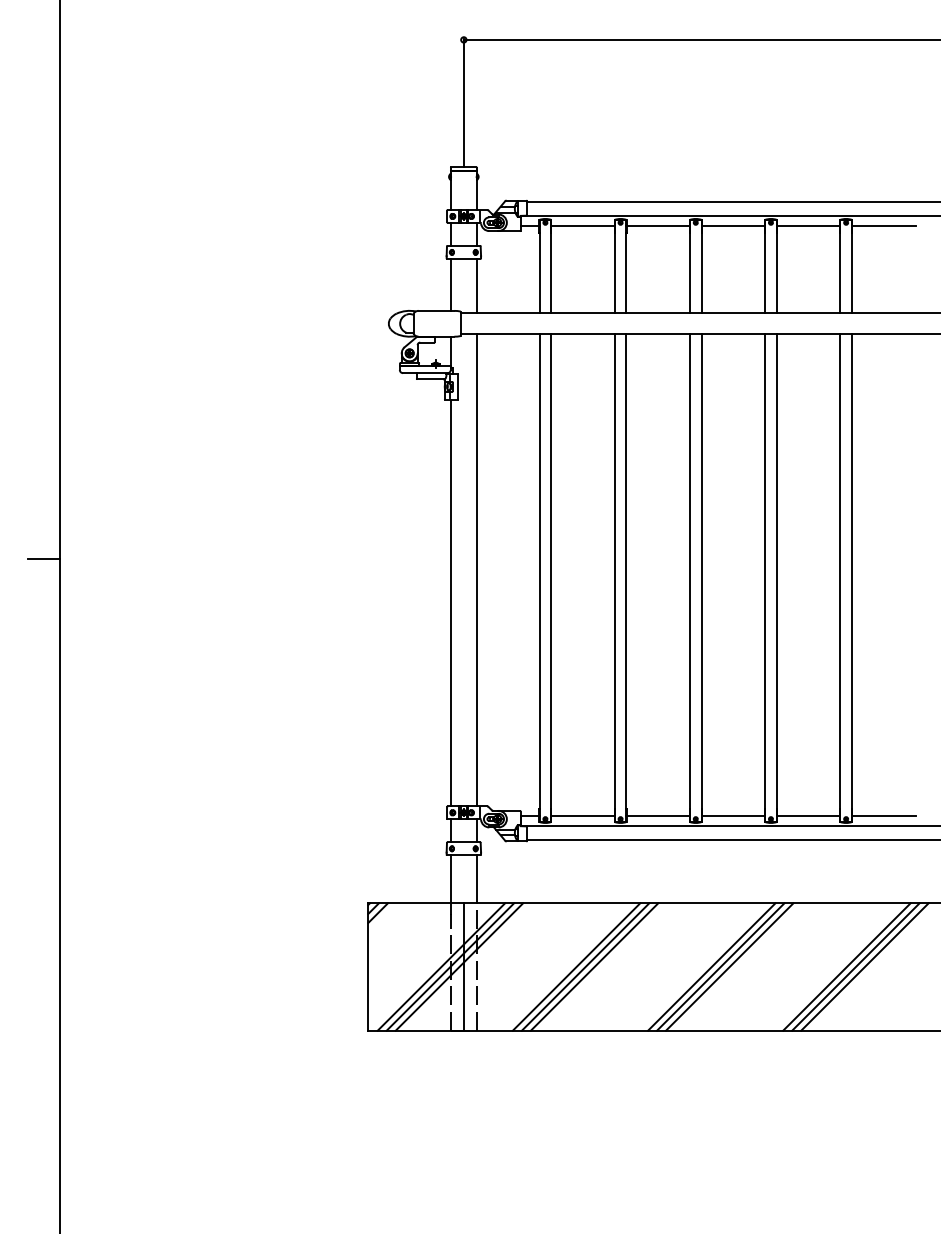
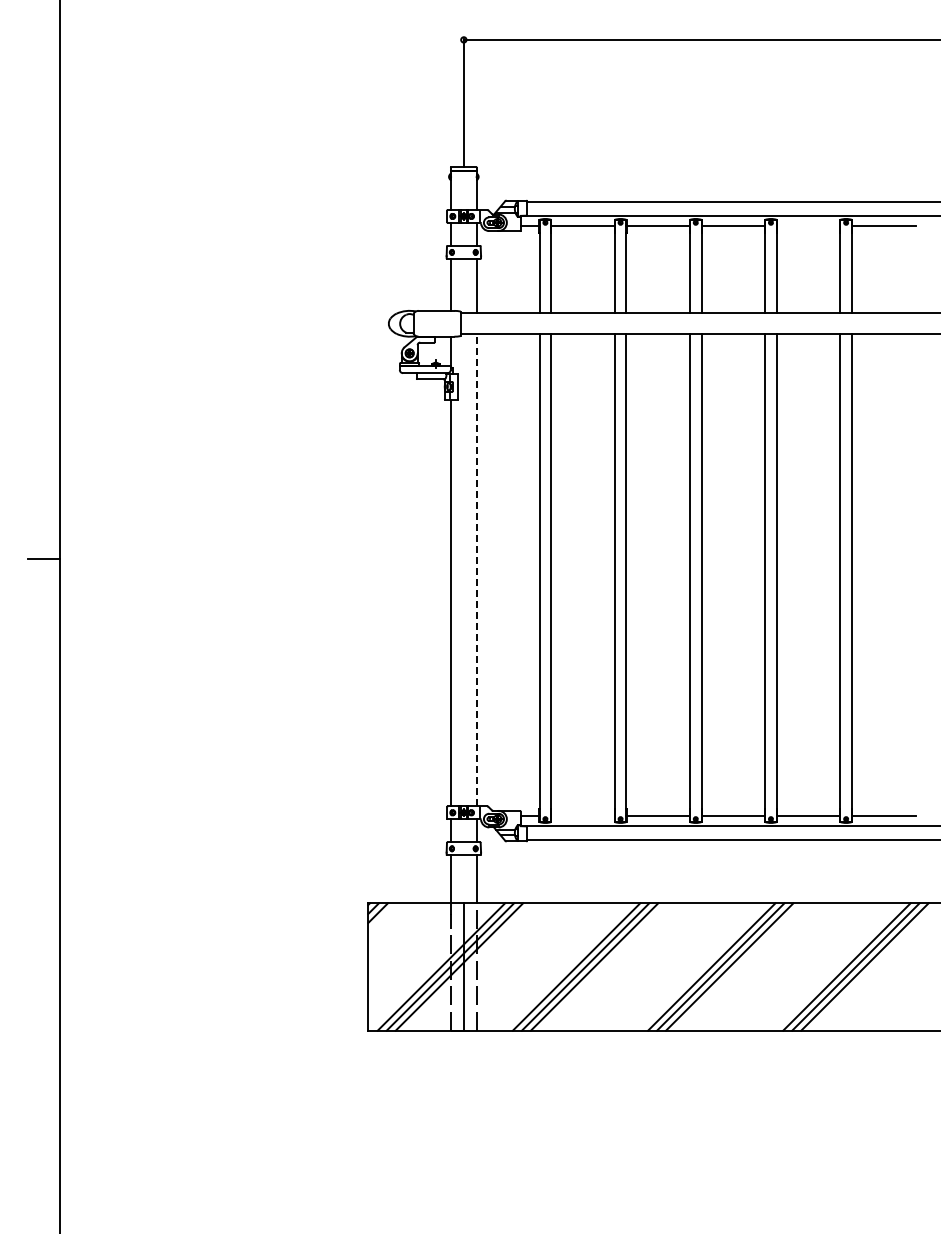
line at (808, 225): present -> none
line at (476, 569): solid -> dashed
line at (582, 815): present -> none
